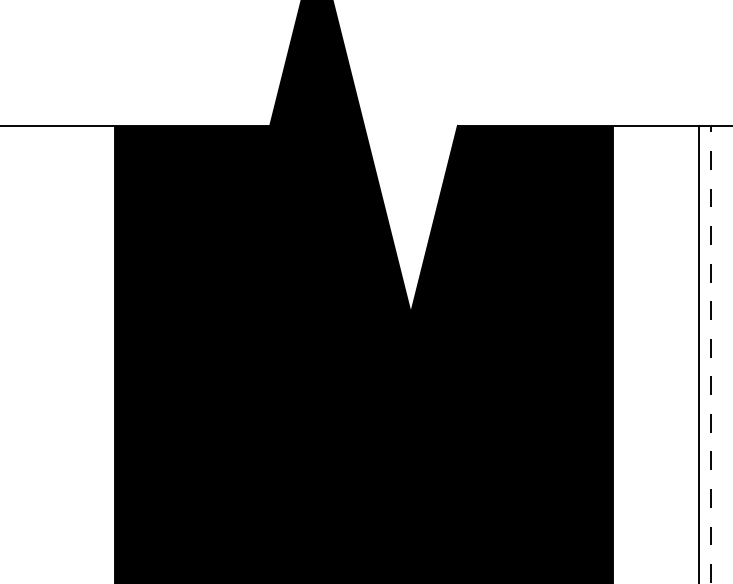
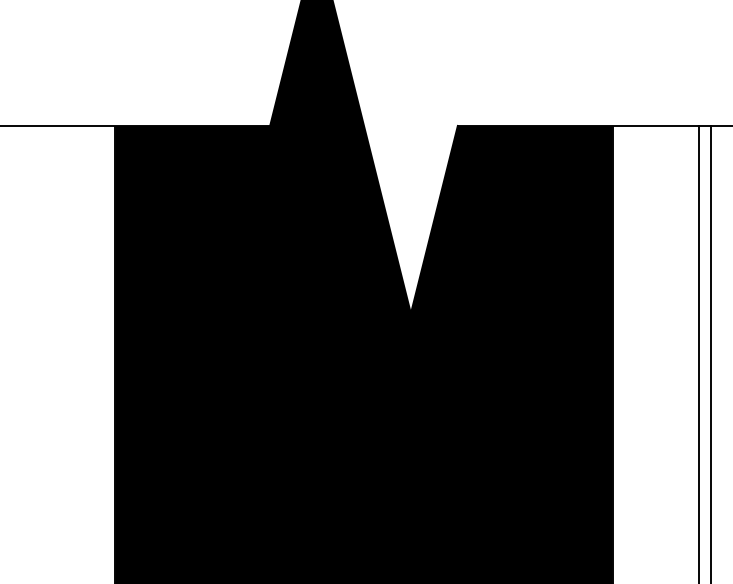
line at (710, 354): dashed -> solid
